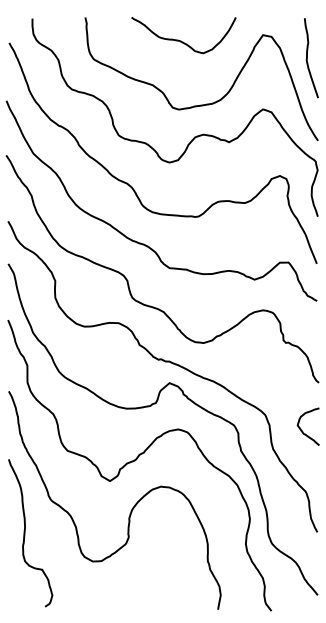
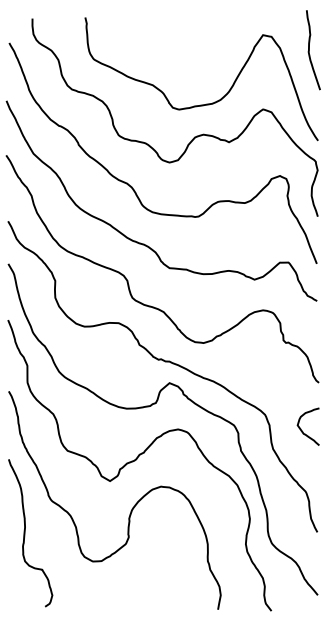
curve at (181, 40): present -> none
curve at (307, 58) position: (307, 58) -> (309, 50)
